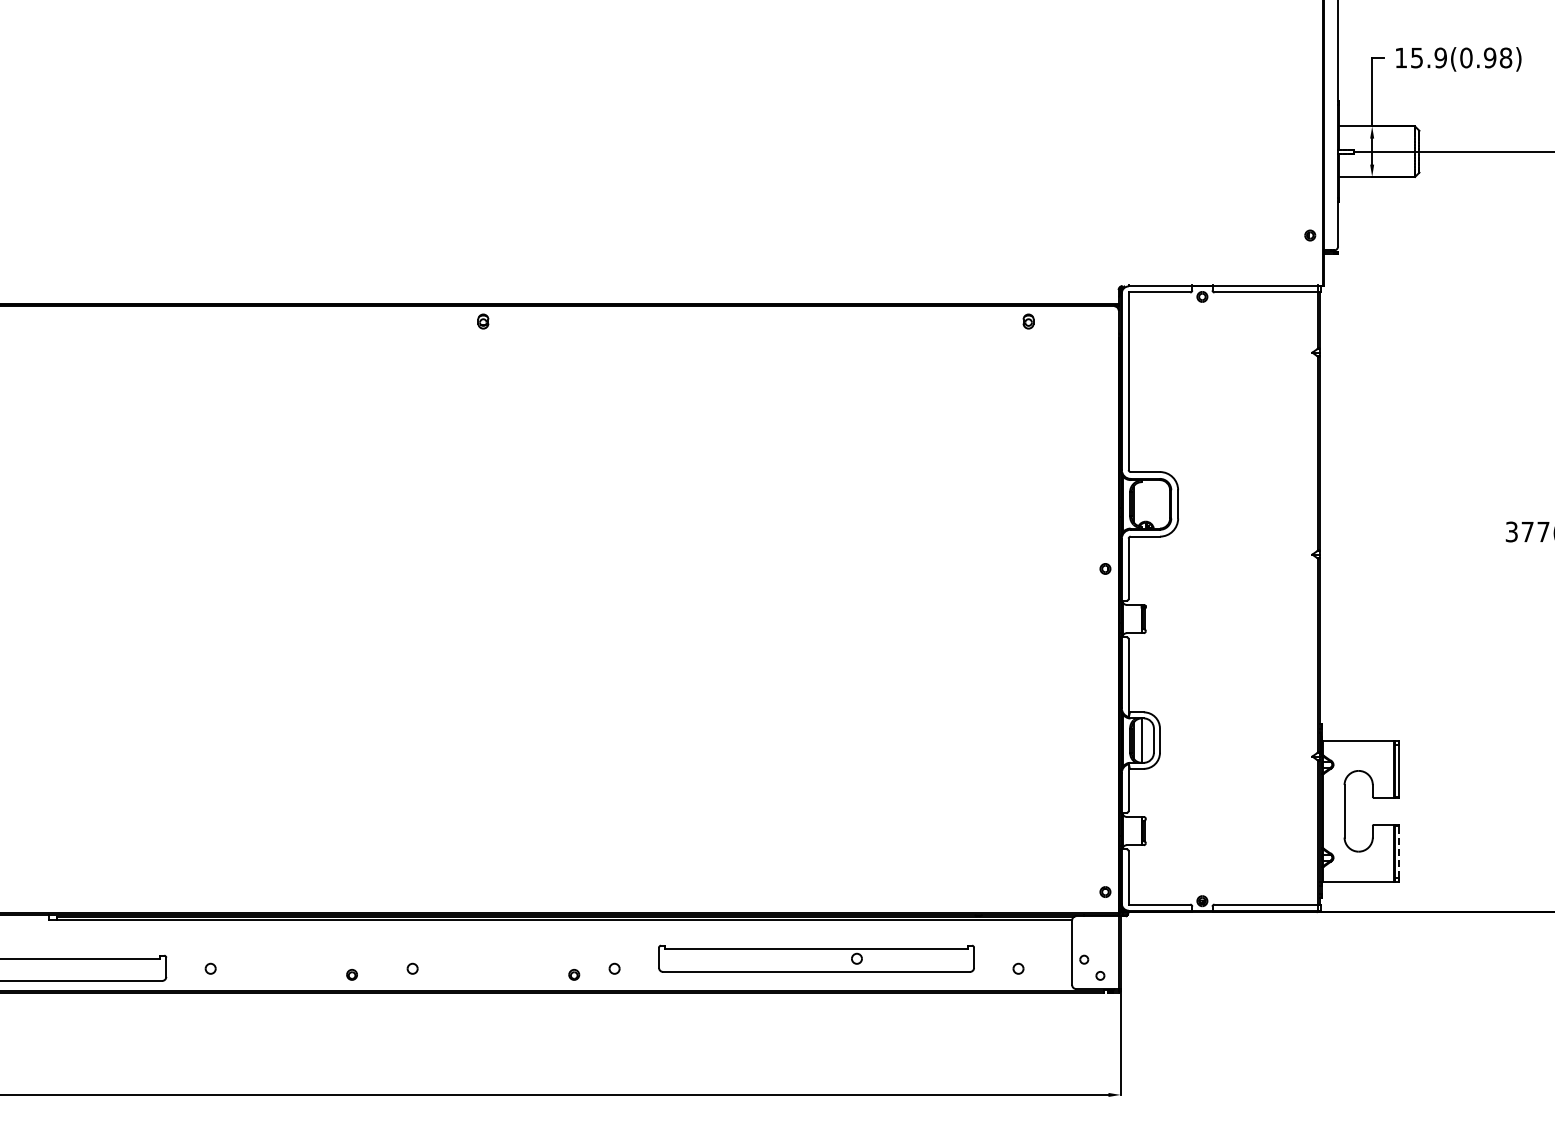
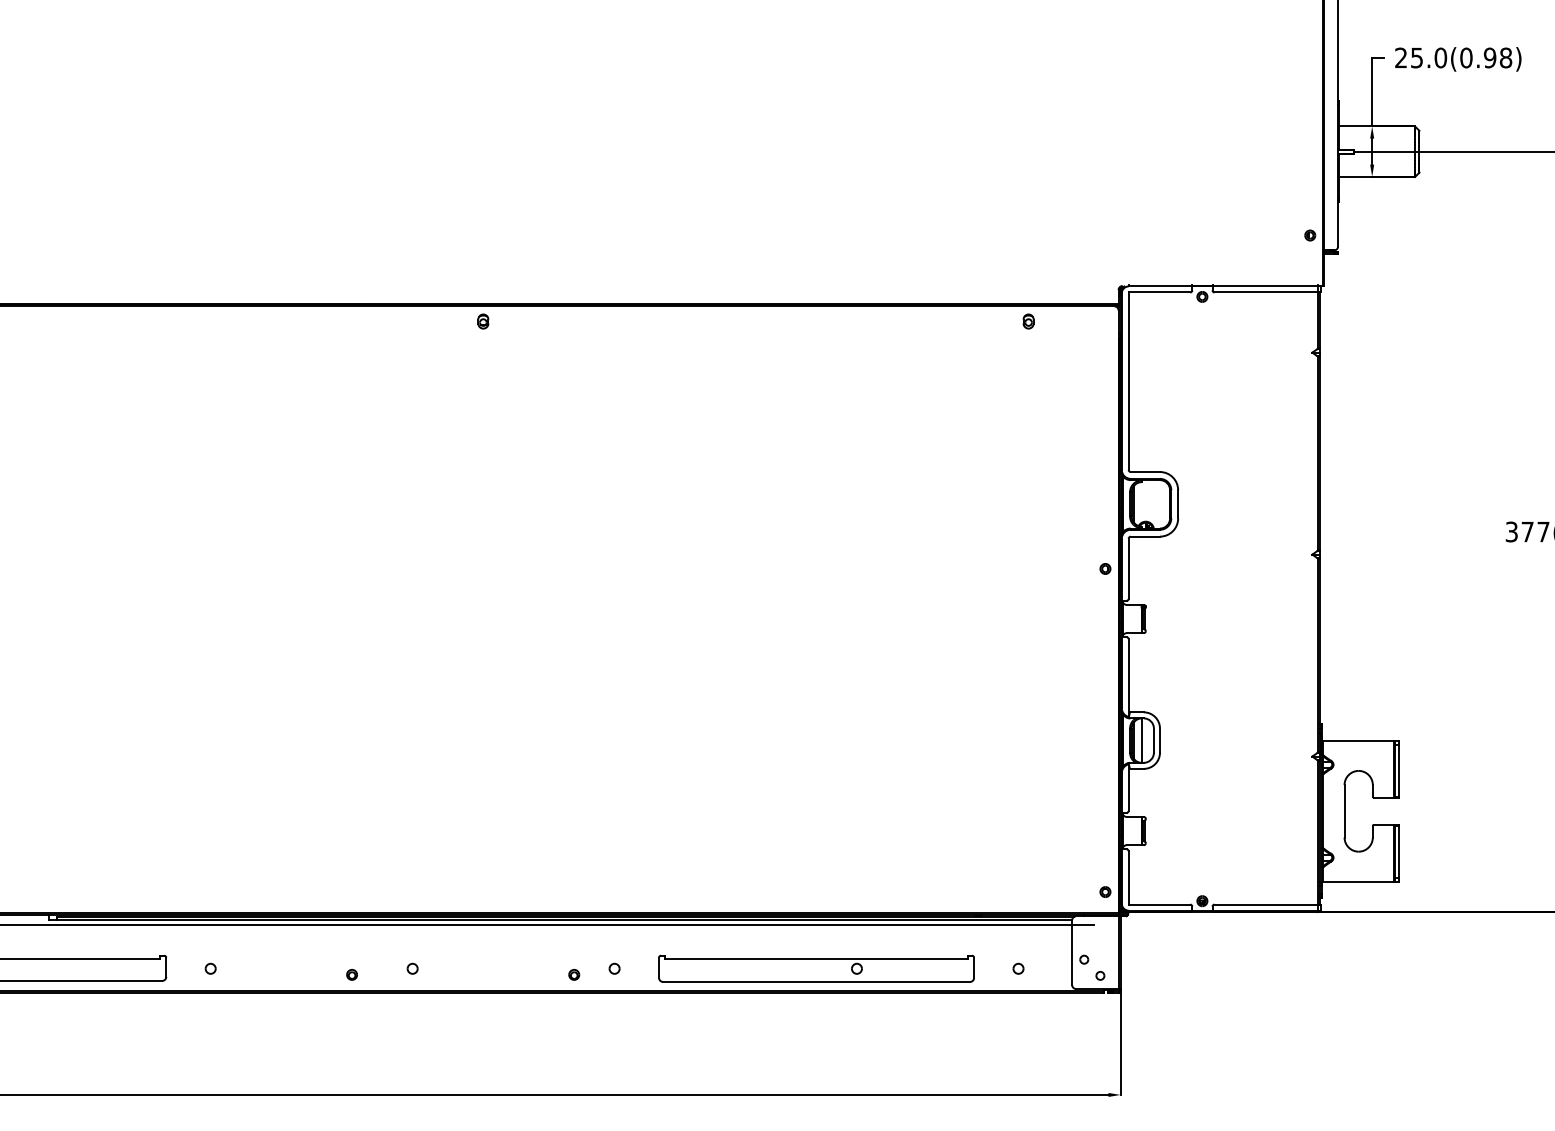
text at (1421, 57): 15.9(0.98) -> 25.0(0.98)
line at (1399, 851): dashed -> solid
line at (548, 925): none -> present
part at (816, 958) position: (816, 958) -> (816, 968)
